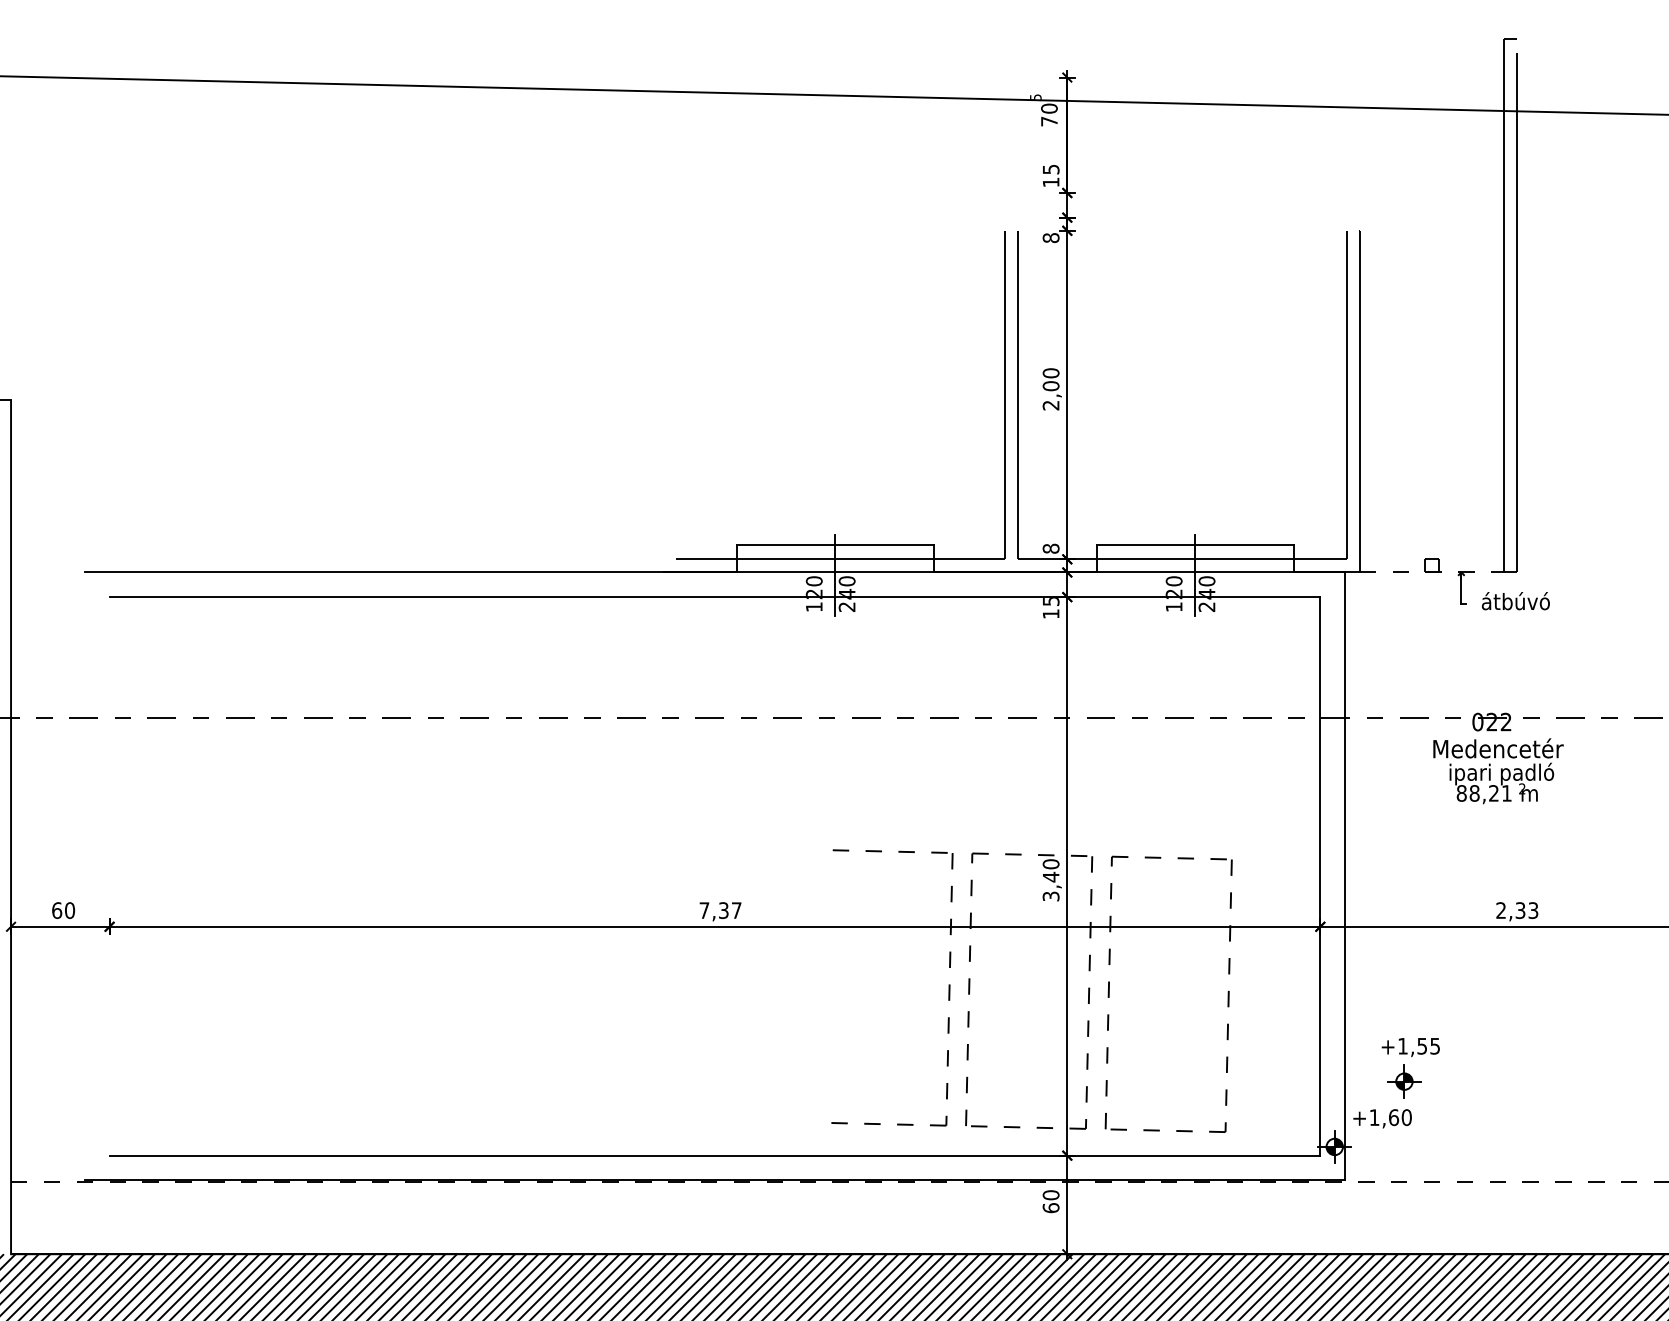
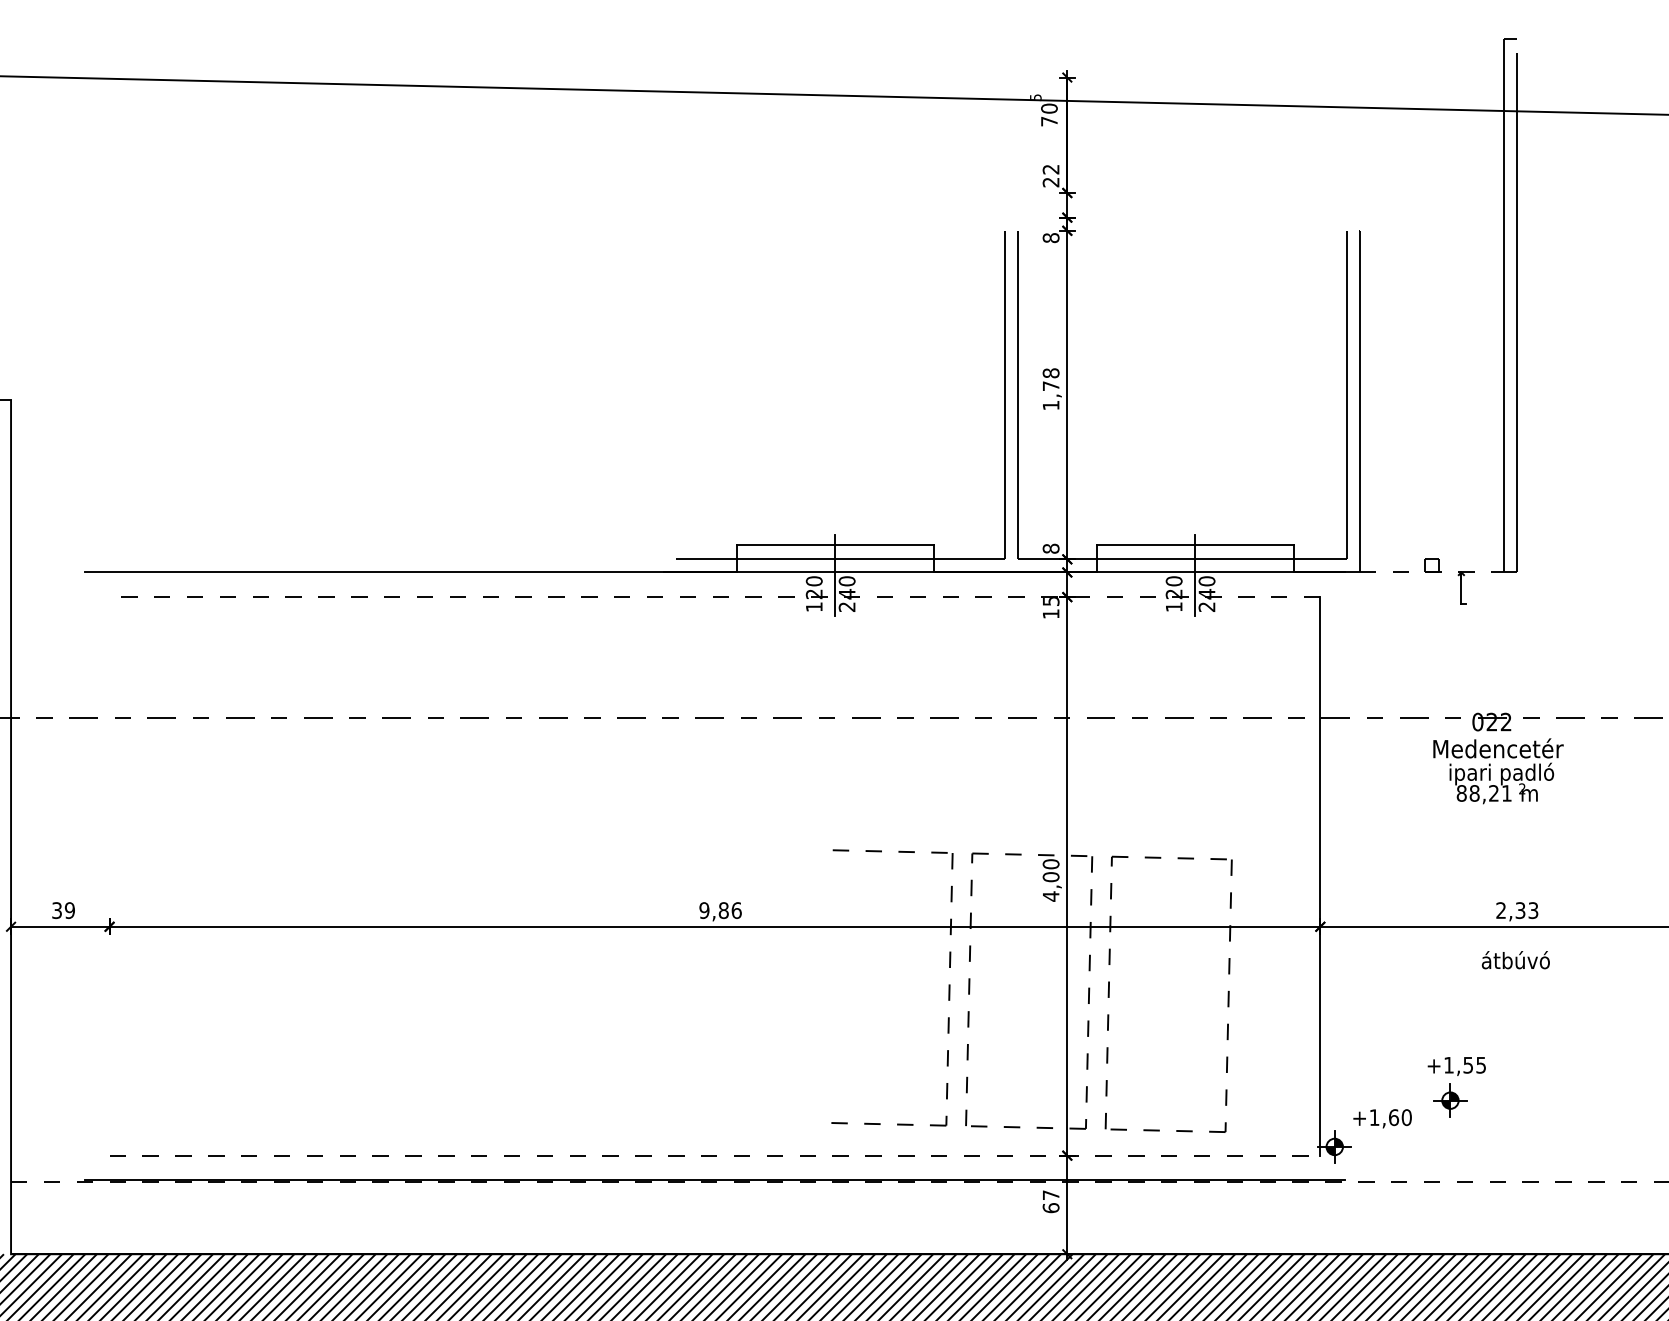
text at (1050, 176): 15 -> 22
text at (1050, 389): 2,00 -> 1,78
line at (714, 597): solid -> dashed
text at (1515, 601) position: (1515, 601) -> (1515, 960)
line at (1344, 876): present -> none
text at (1050, 886): 3,40 -> 4,00
text at (63, 910): 60 -> 39
text at (720, 910): 7,37 -> 9,86
part at (1410, 1068) position: (1410, 1068) -> (1456, 1087)
line at (715, 1155): solid -> dashed
text at (1050, 1195): 60 -> 67
